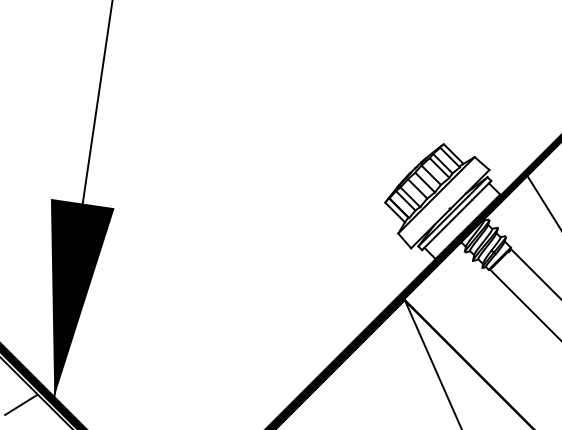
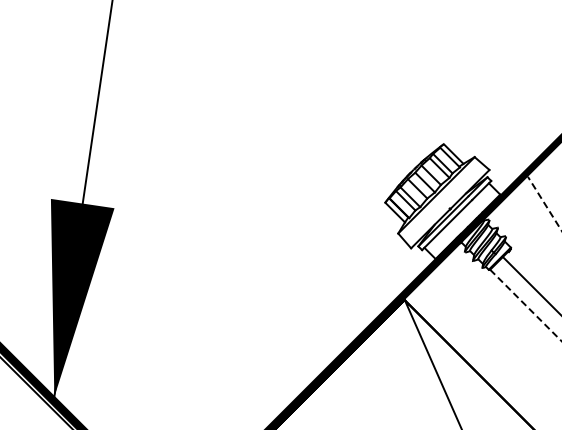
line at (544, 203): solid -> dashed
line at (534, 272) position: (534, 272) -> (530, 284)
line at (526, 305): solid -> dashed
line at (21, 404): present -> none
